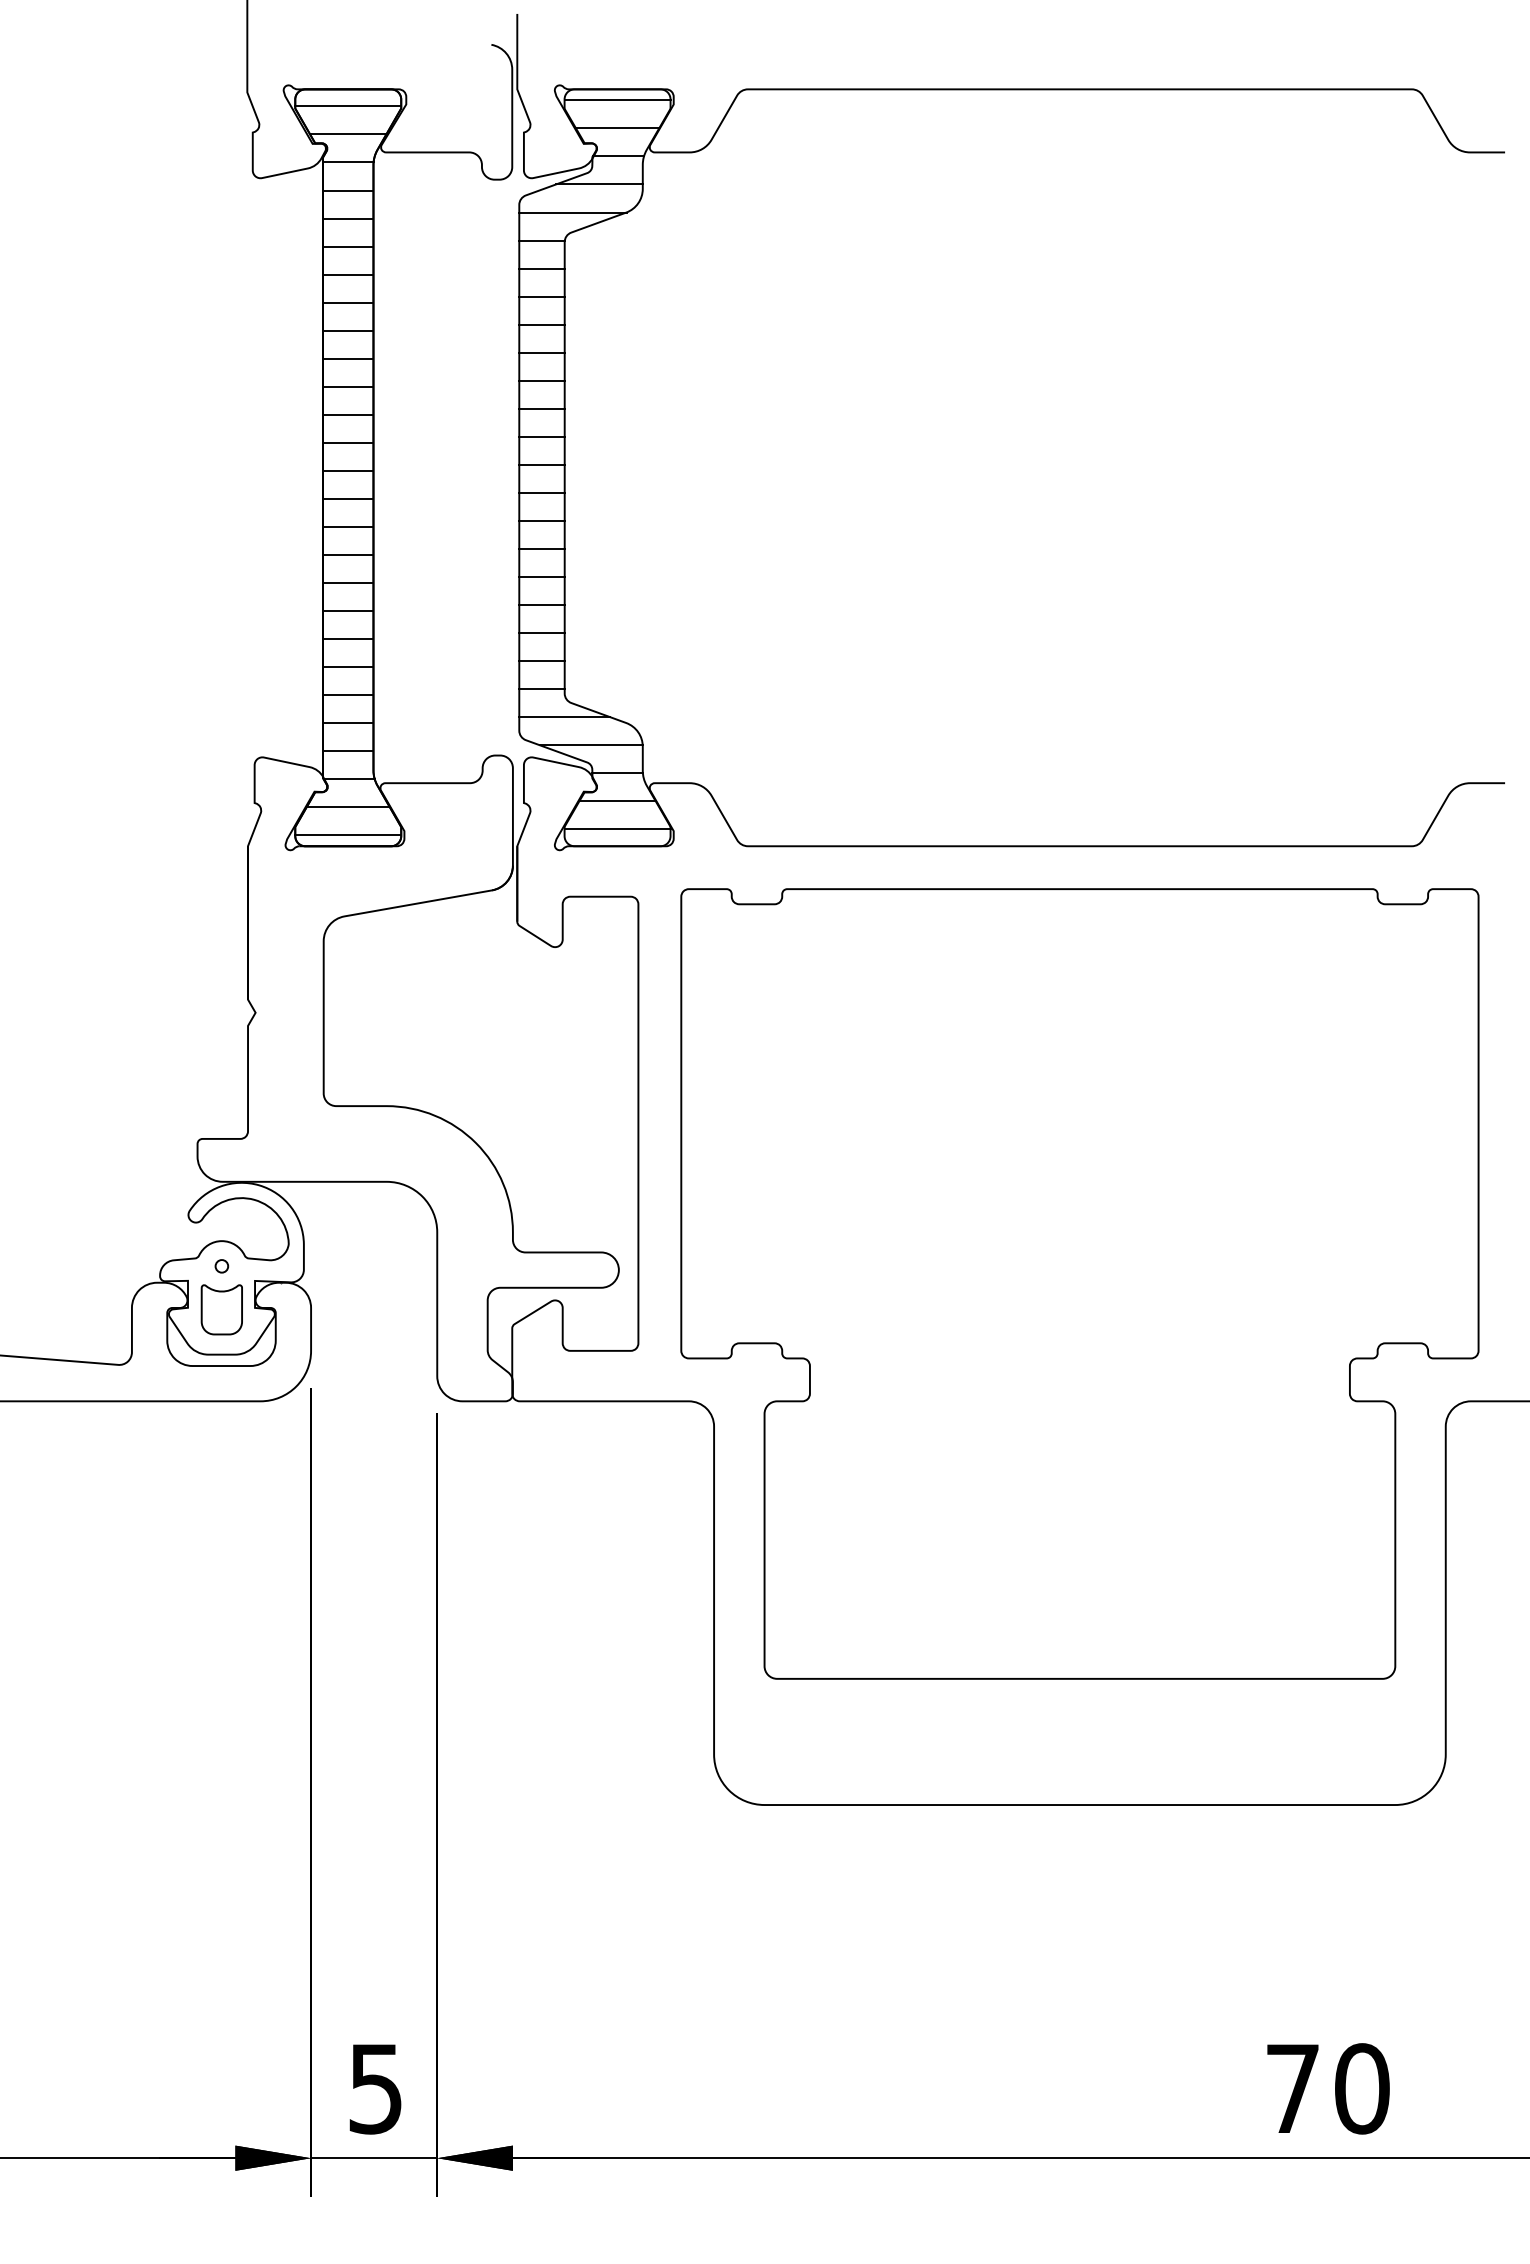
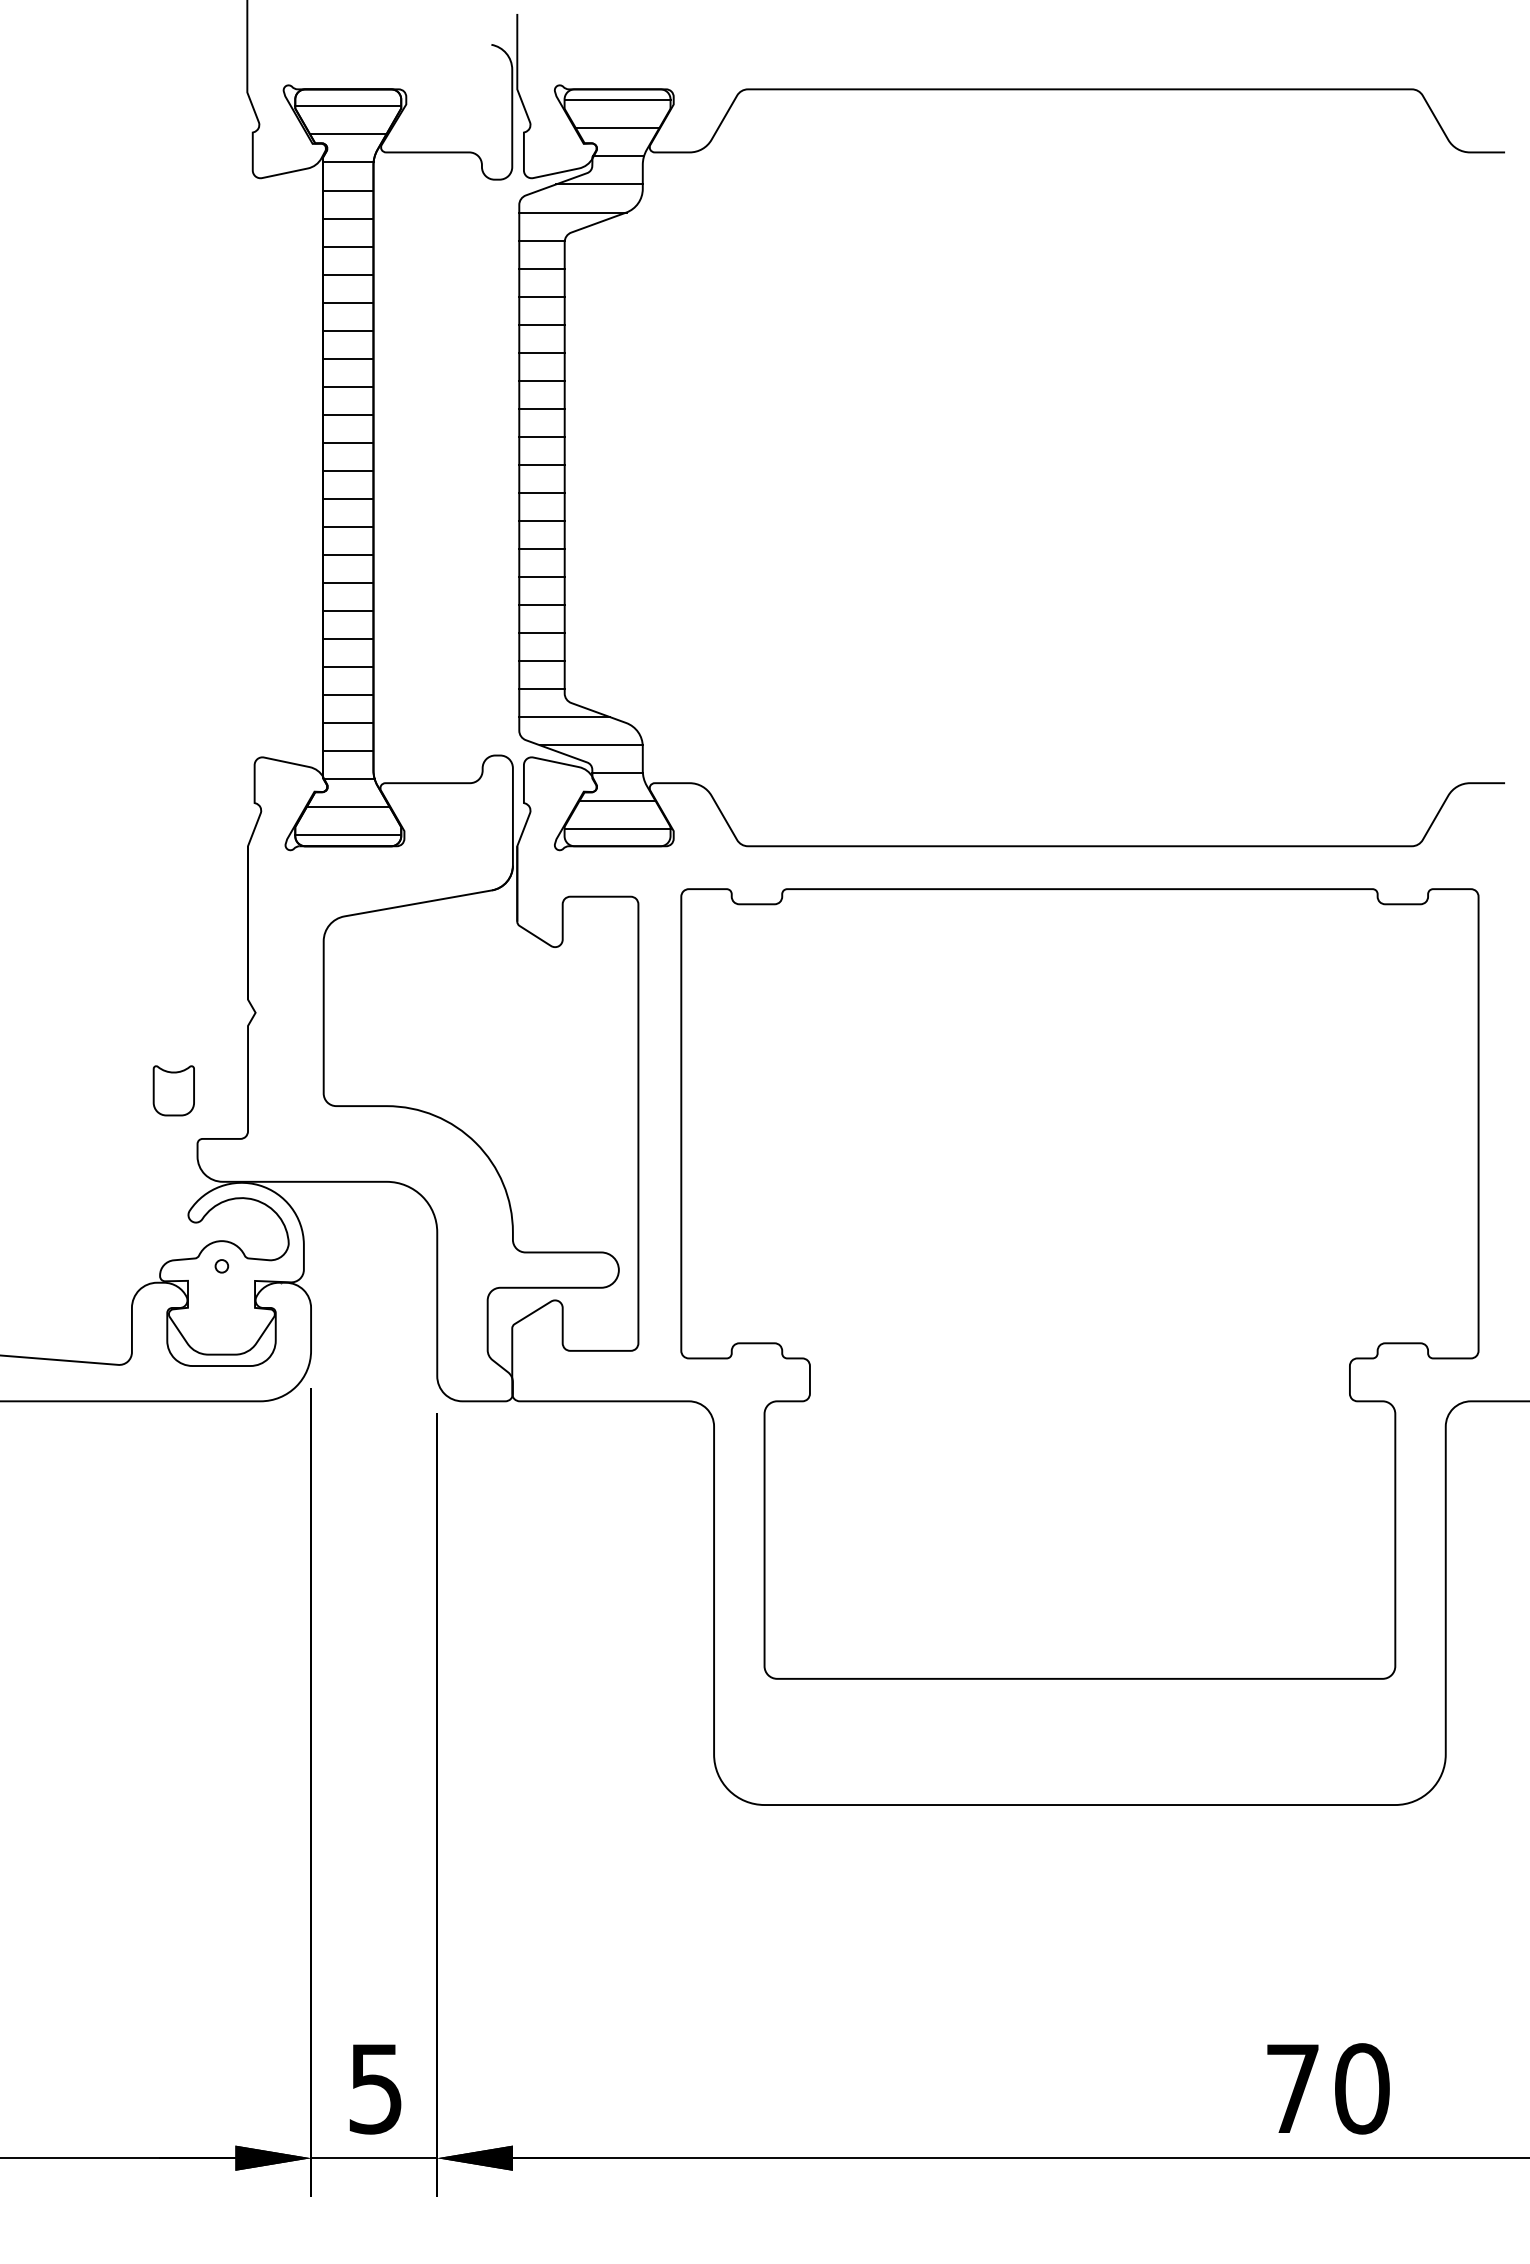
part at (221, 1309) position: (221, 1309) -> (173, 1090)
